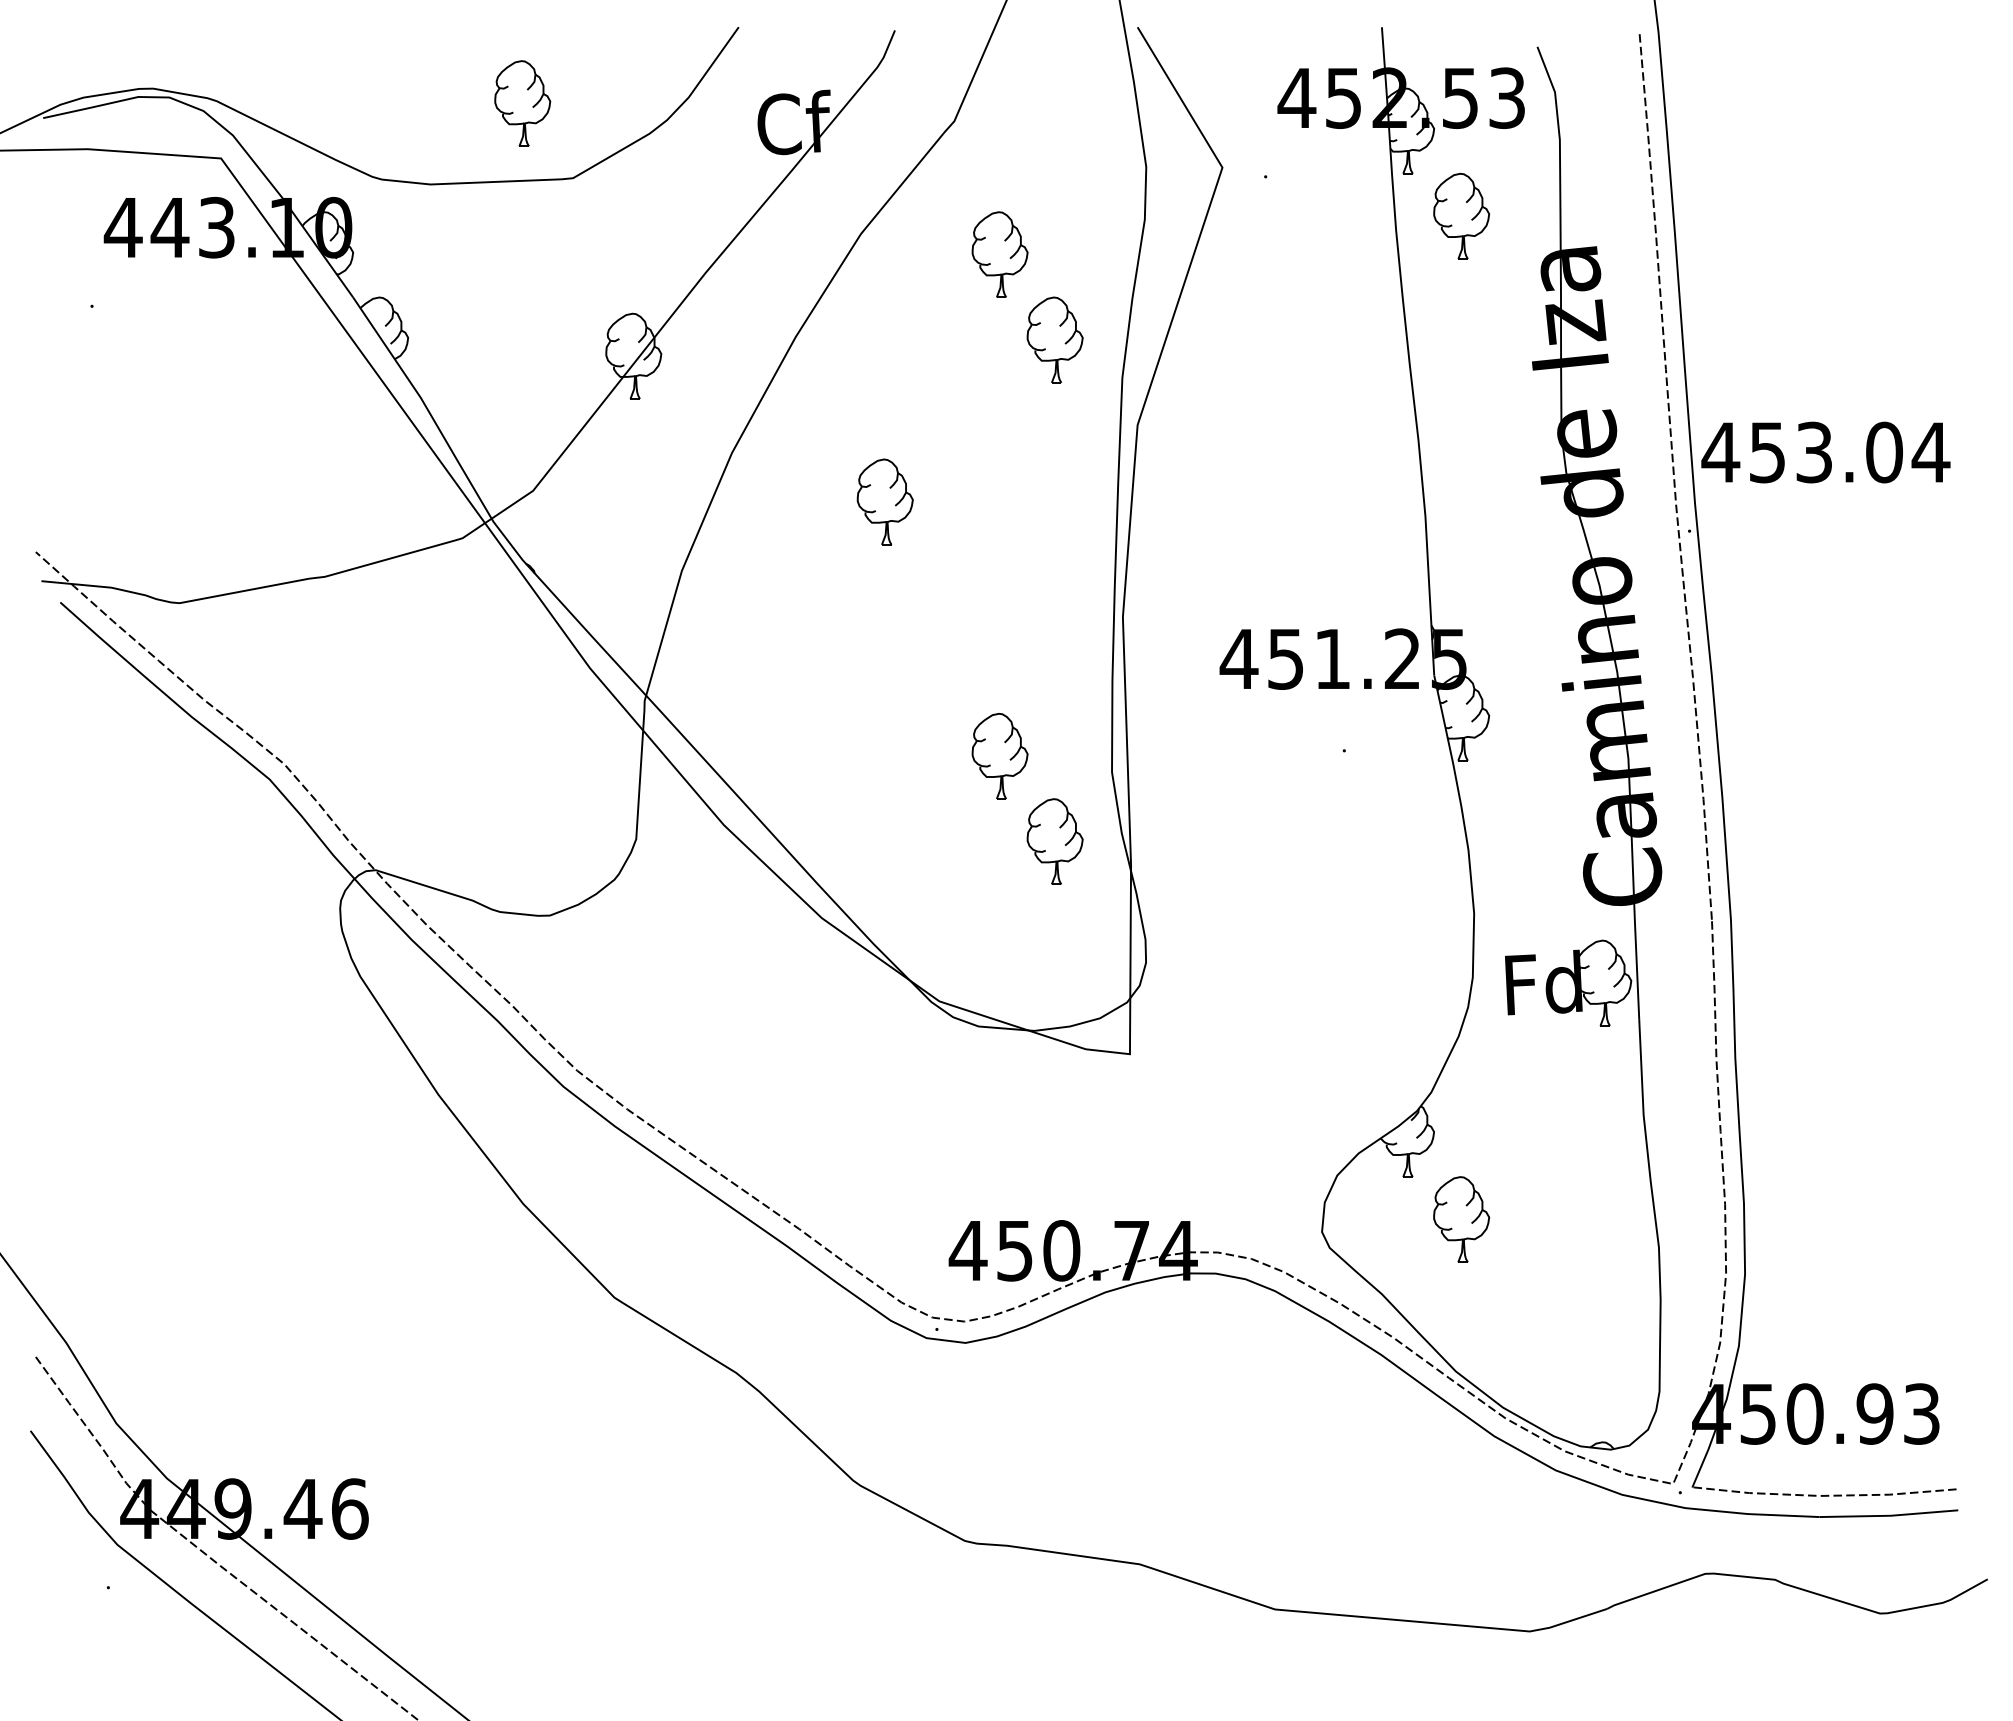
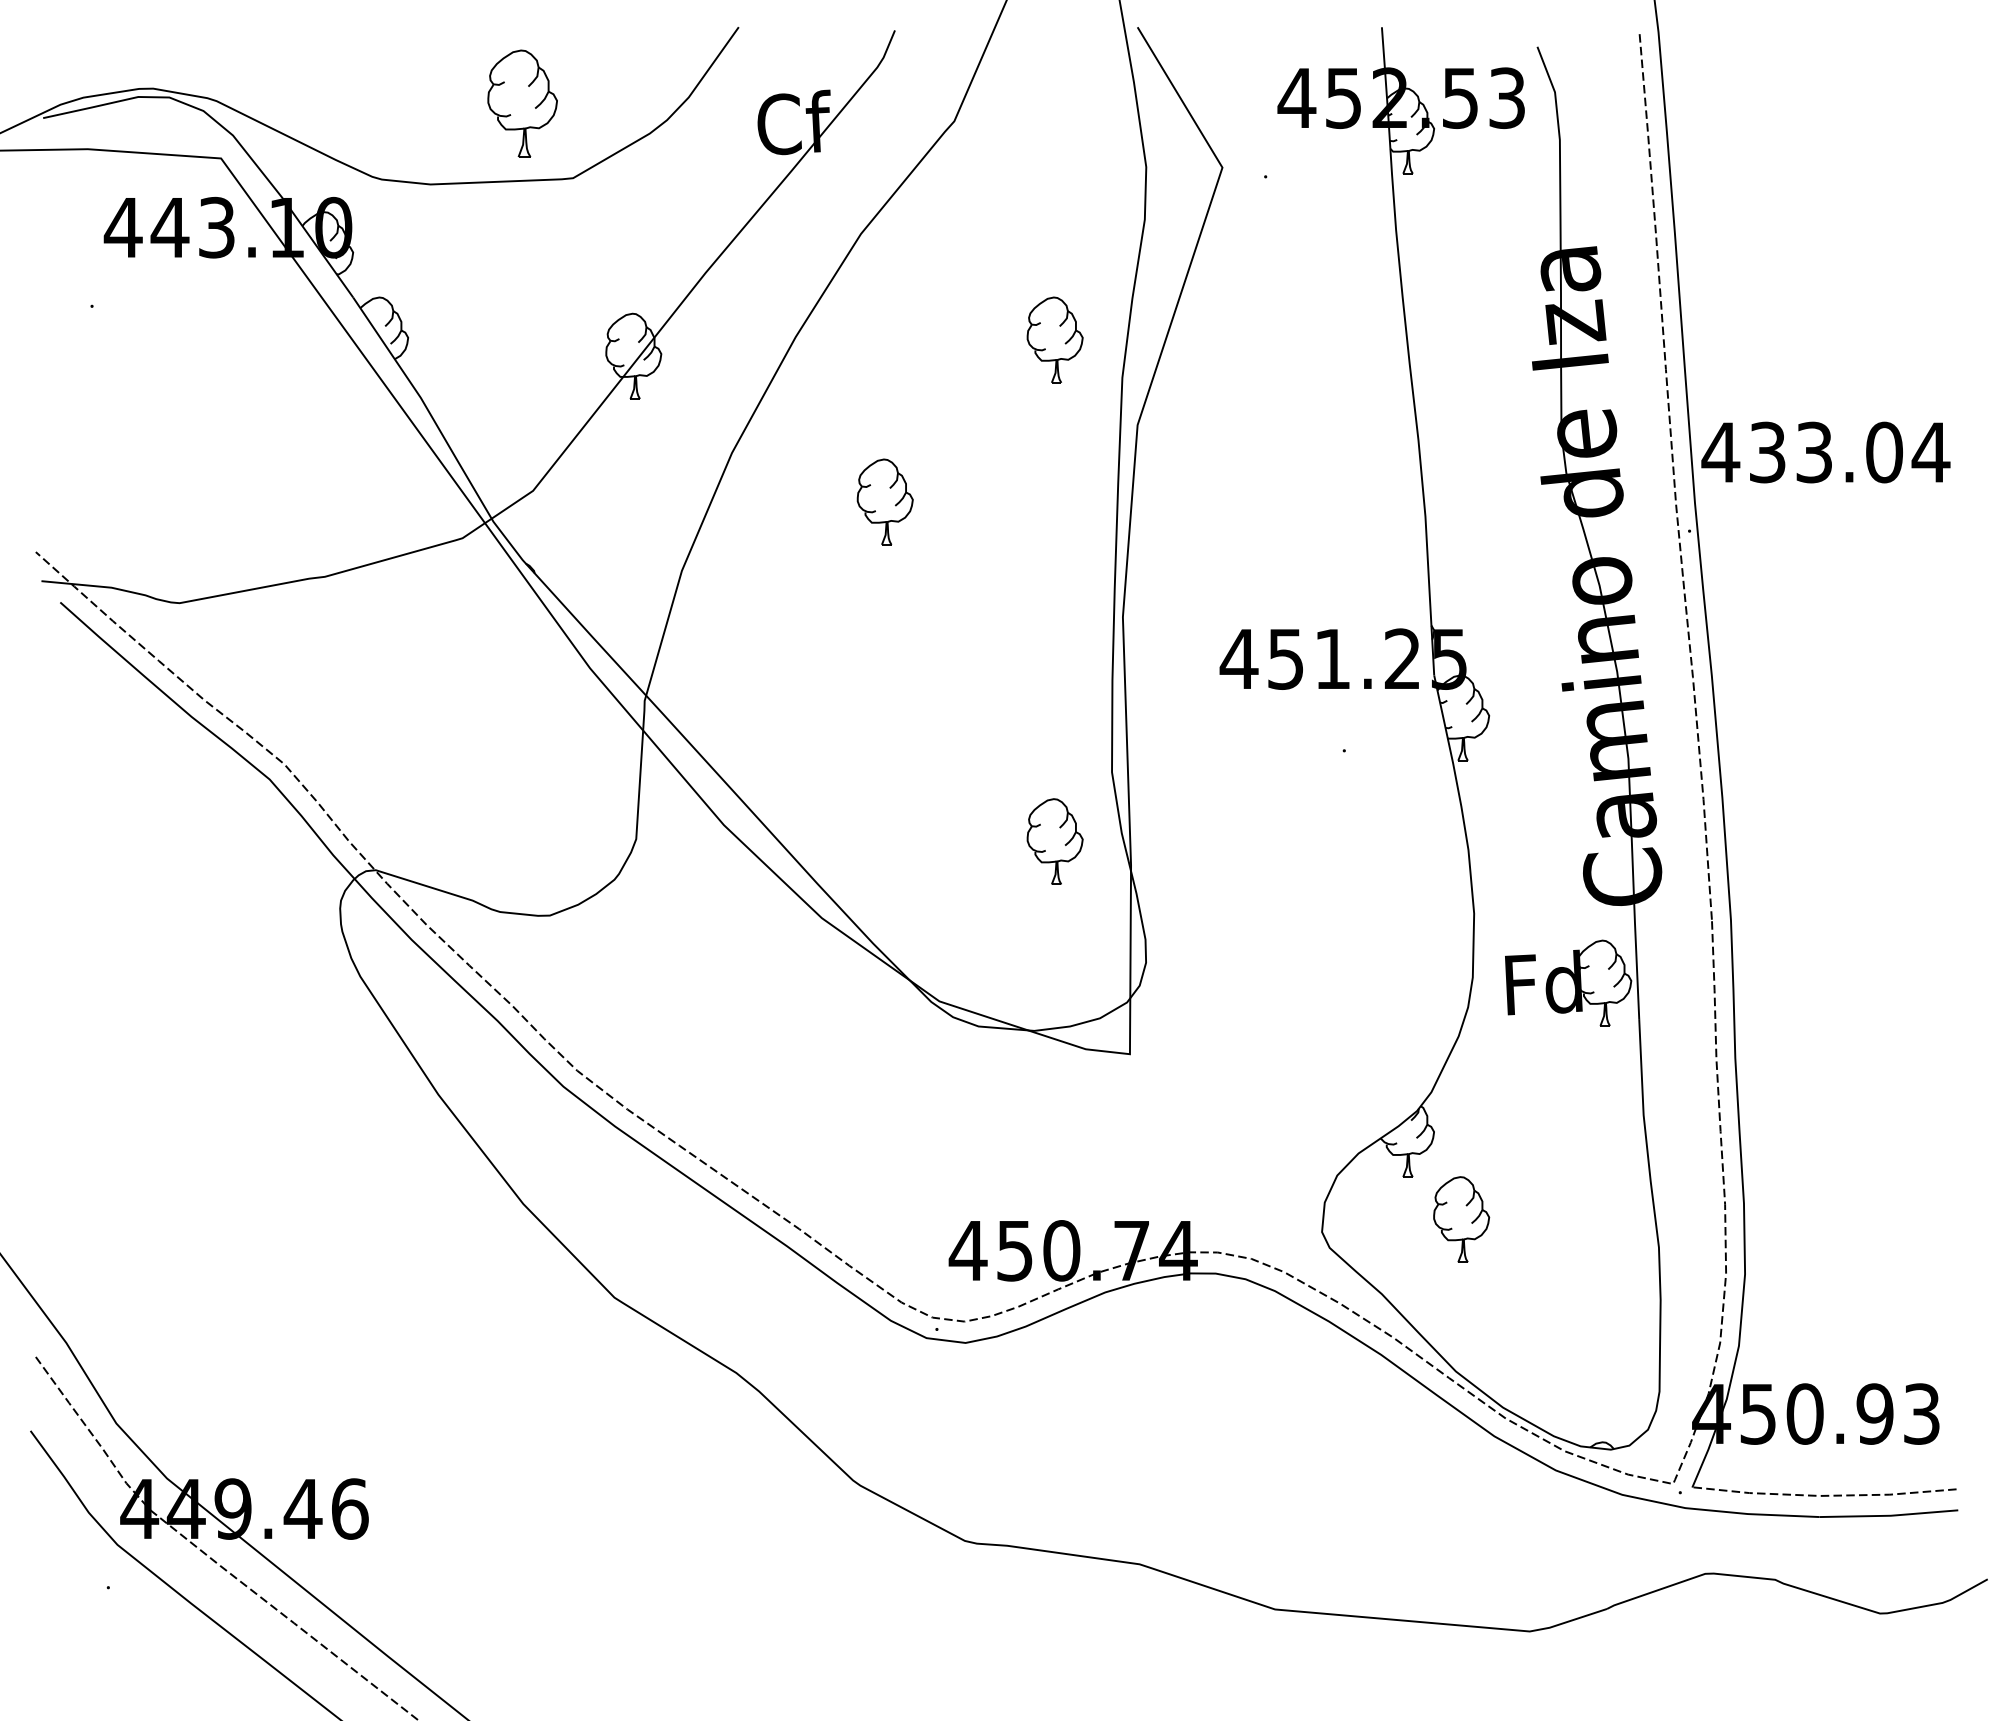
part at (522, 103) size: 58x87 px -> 71x109 px
part at (1461, 215): present -> none
part at (999, 254): present -> none
text at (1767, 451): 453.04 -> 433.04
part at (999, 756): present -> none
